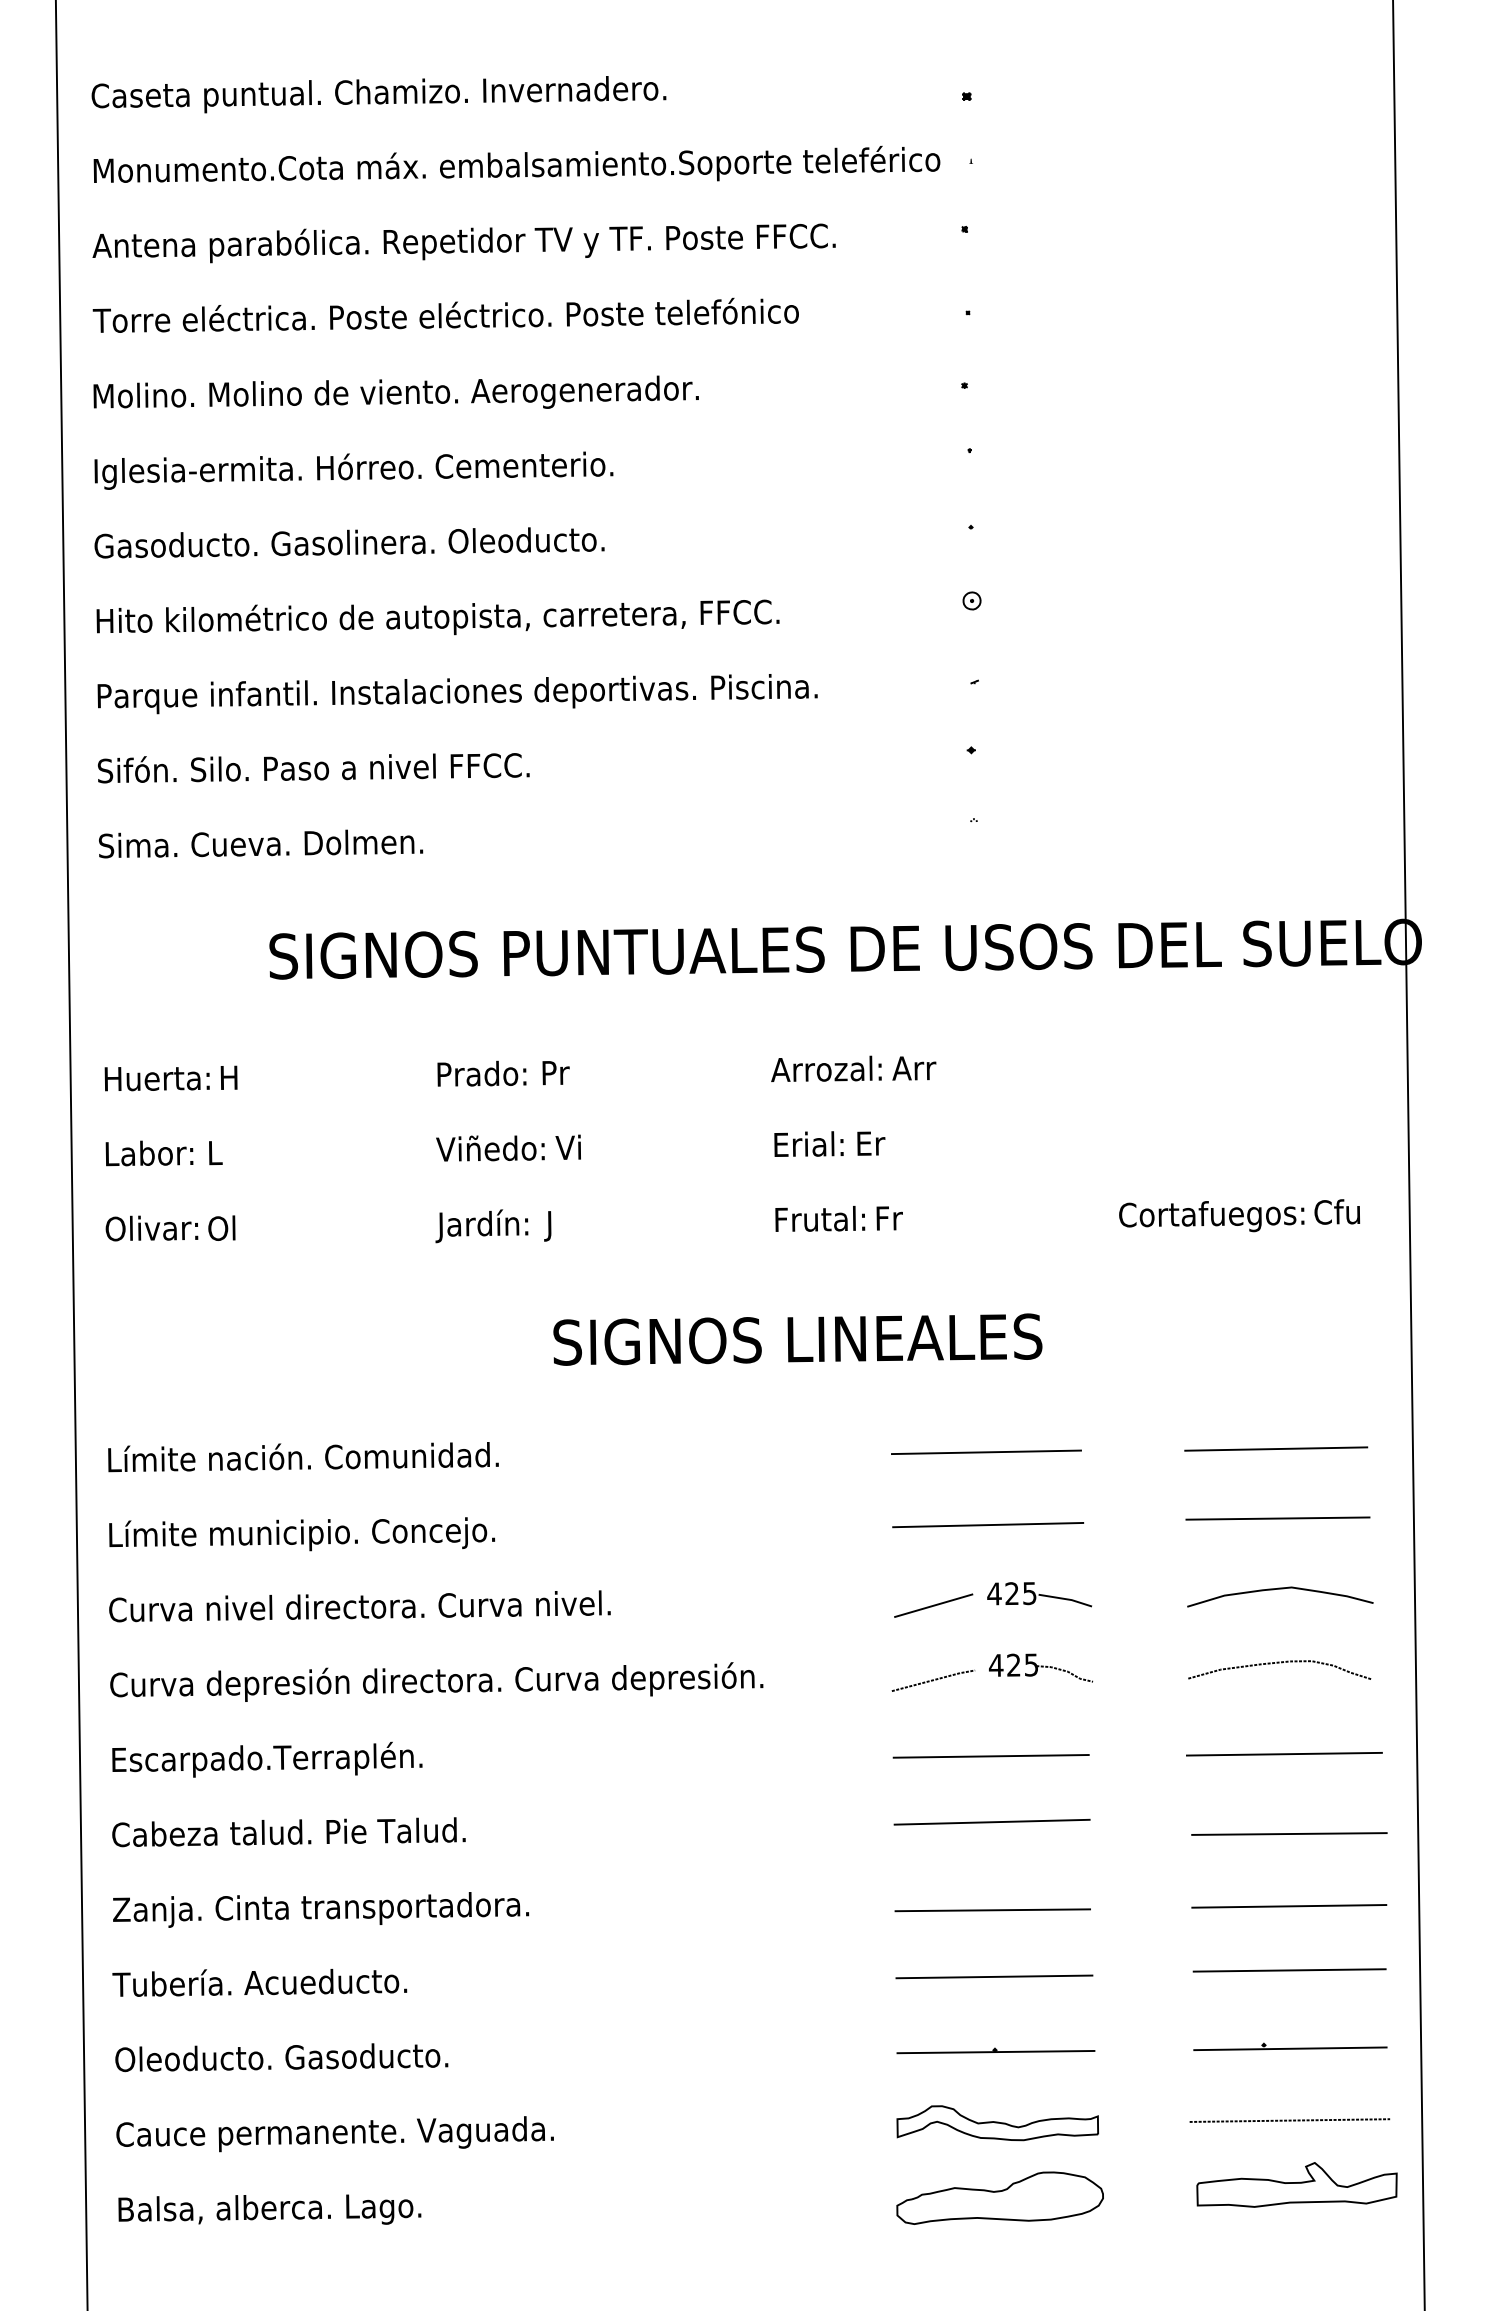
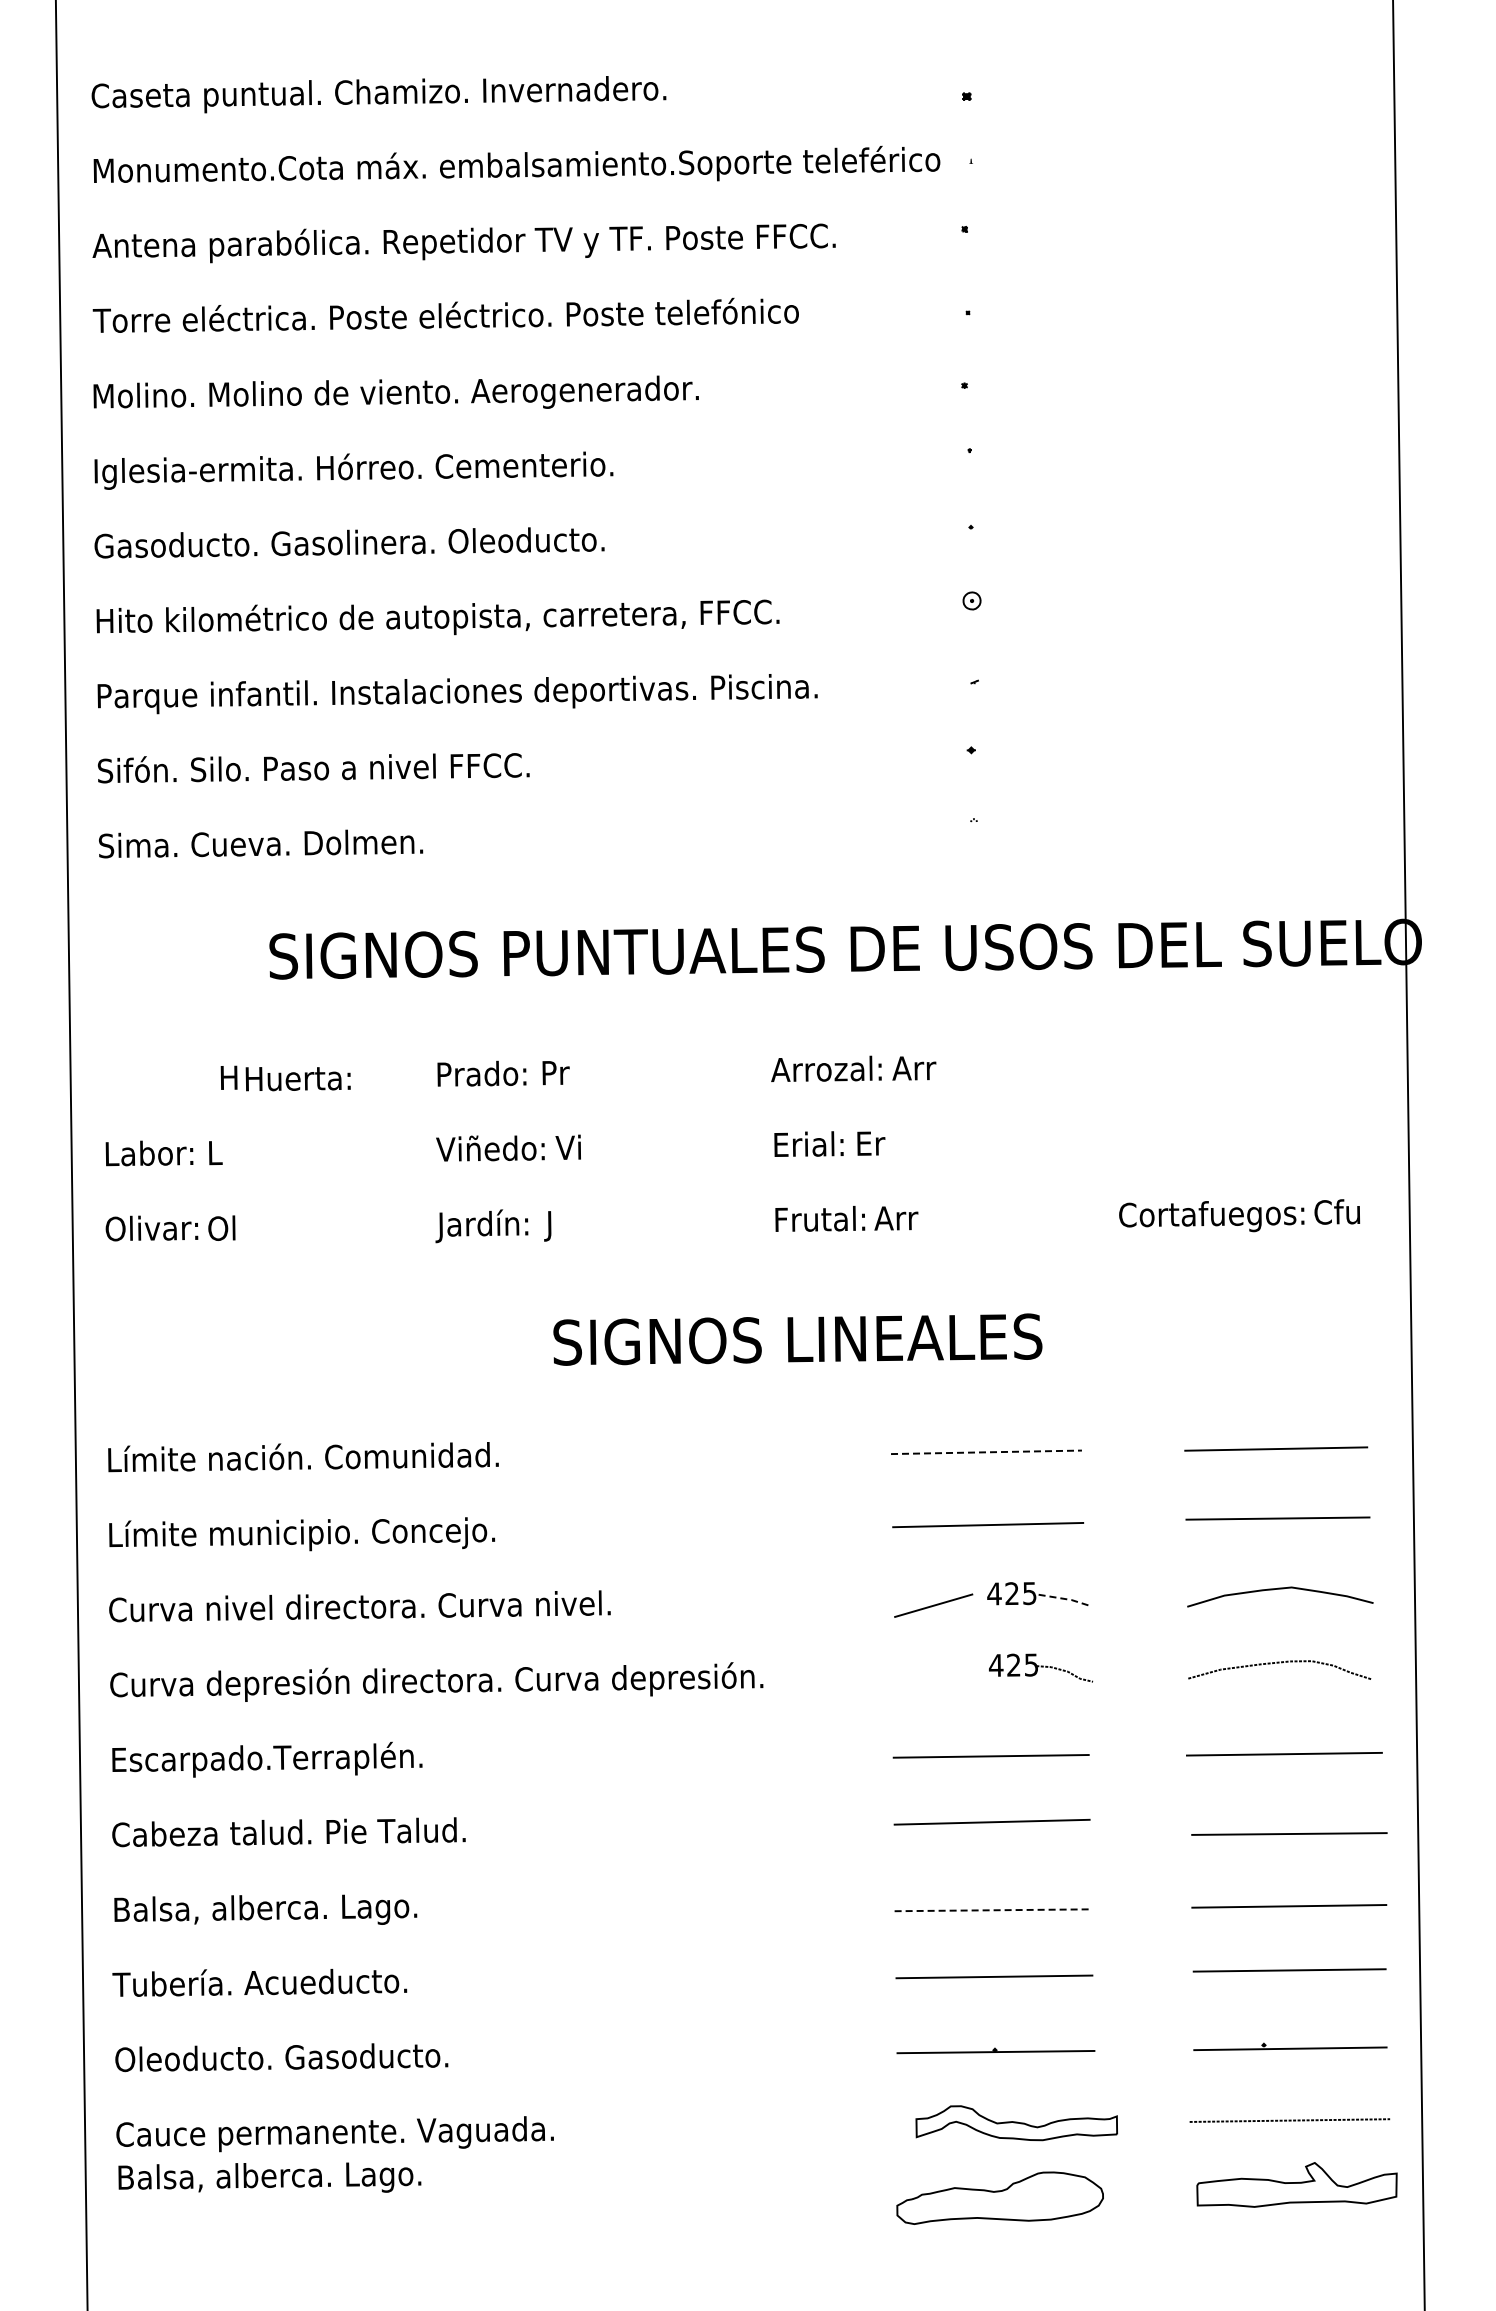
text at (156, 1079) position: (156, 1079) -> (297, 1079)
text at (896, 1218): Fr -> Arr
line at (986, 1452): solid -> dashed
line at (1066, 1599): solid -> dashed
line at (933, 1680): present -> none
text at (321, 1909): Zanja. Cinta transportadora. -> Balsa, alberca. Lago.
line at (993, 1910): solid -> dashed
part at (997, 2123) position: (997, 2123) -> (1016, 2123)
text at (269, 2209) position: (269, 2209) -> (269, 2177)
